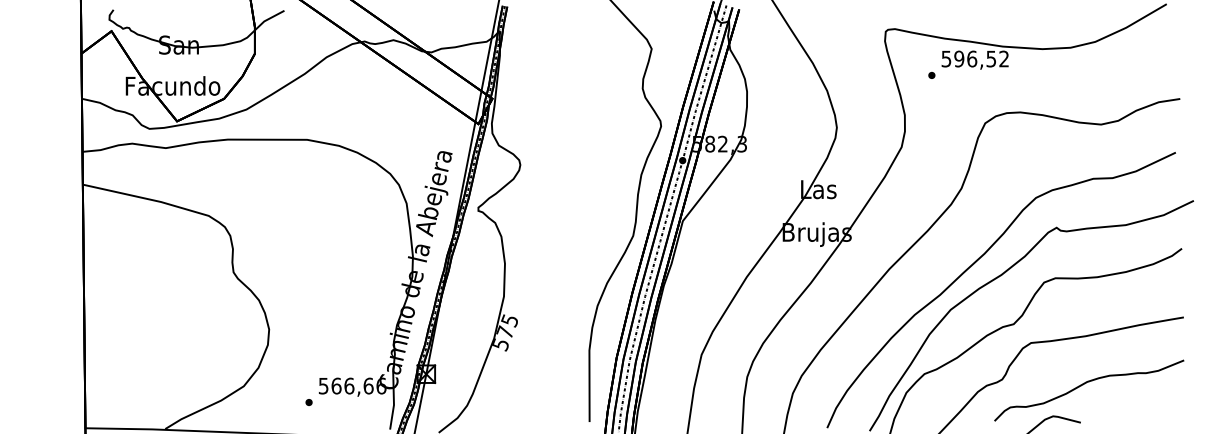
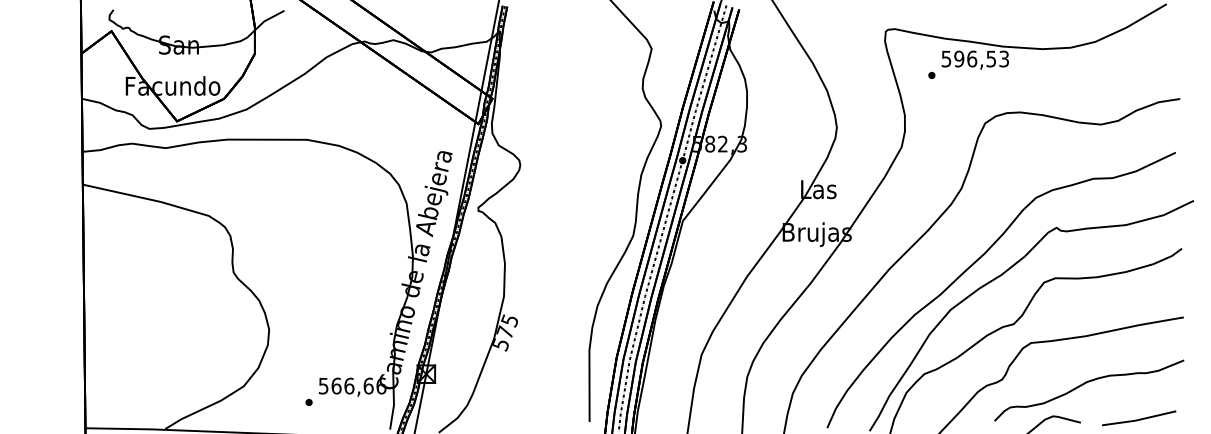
text at (1003, 59): 596,52 -> 596,53
line at (1139, 418): none -> present
